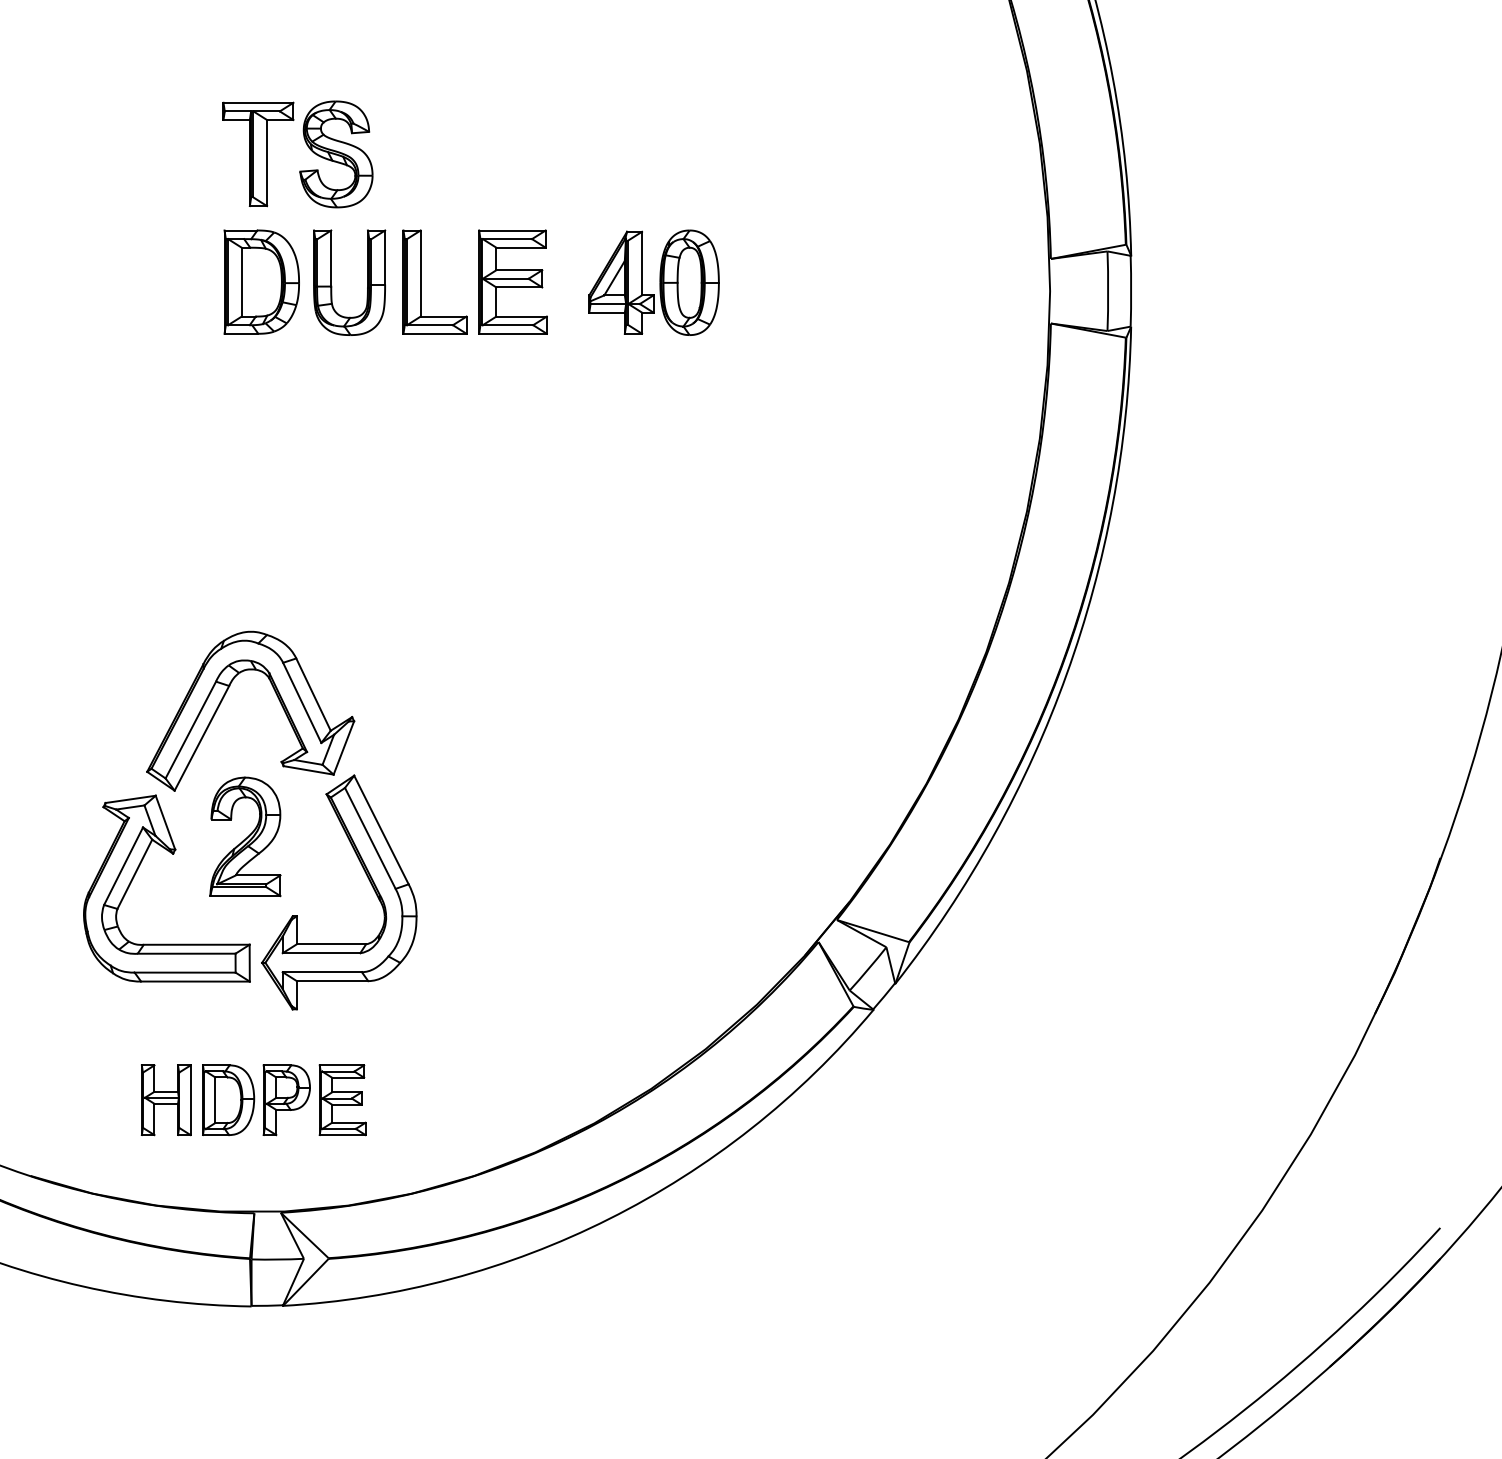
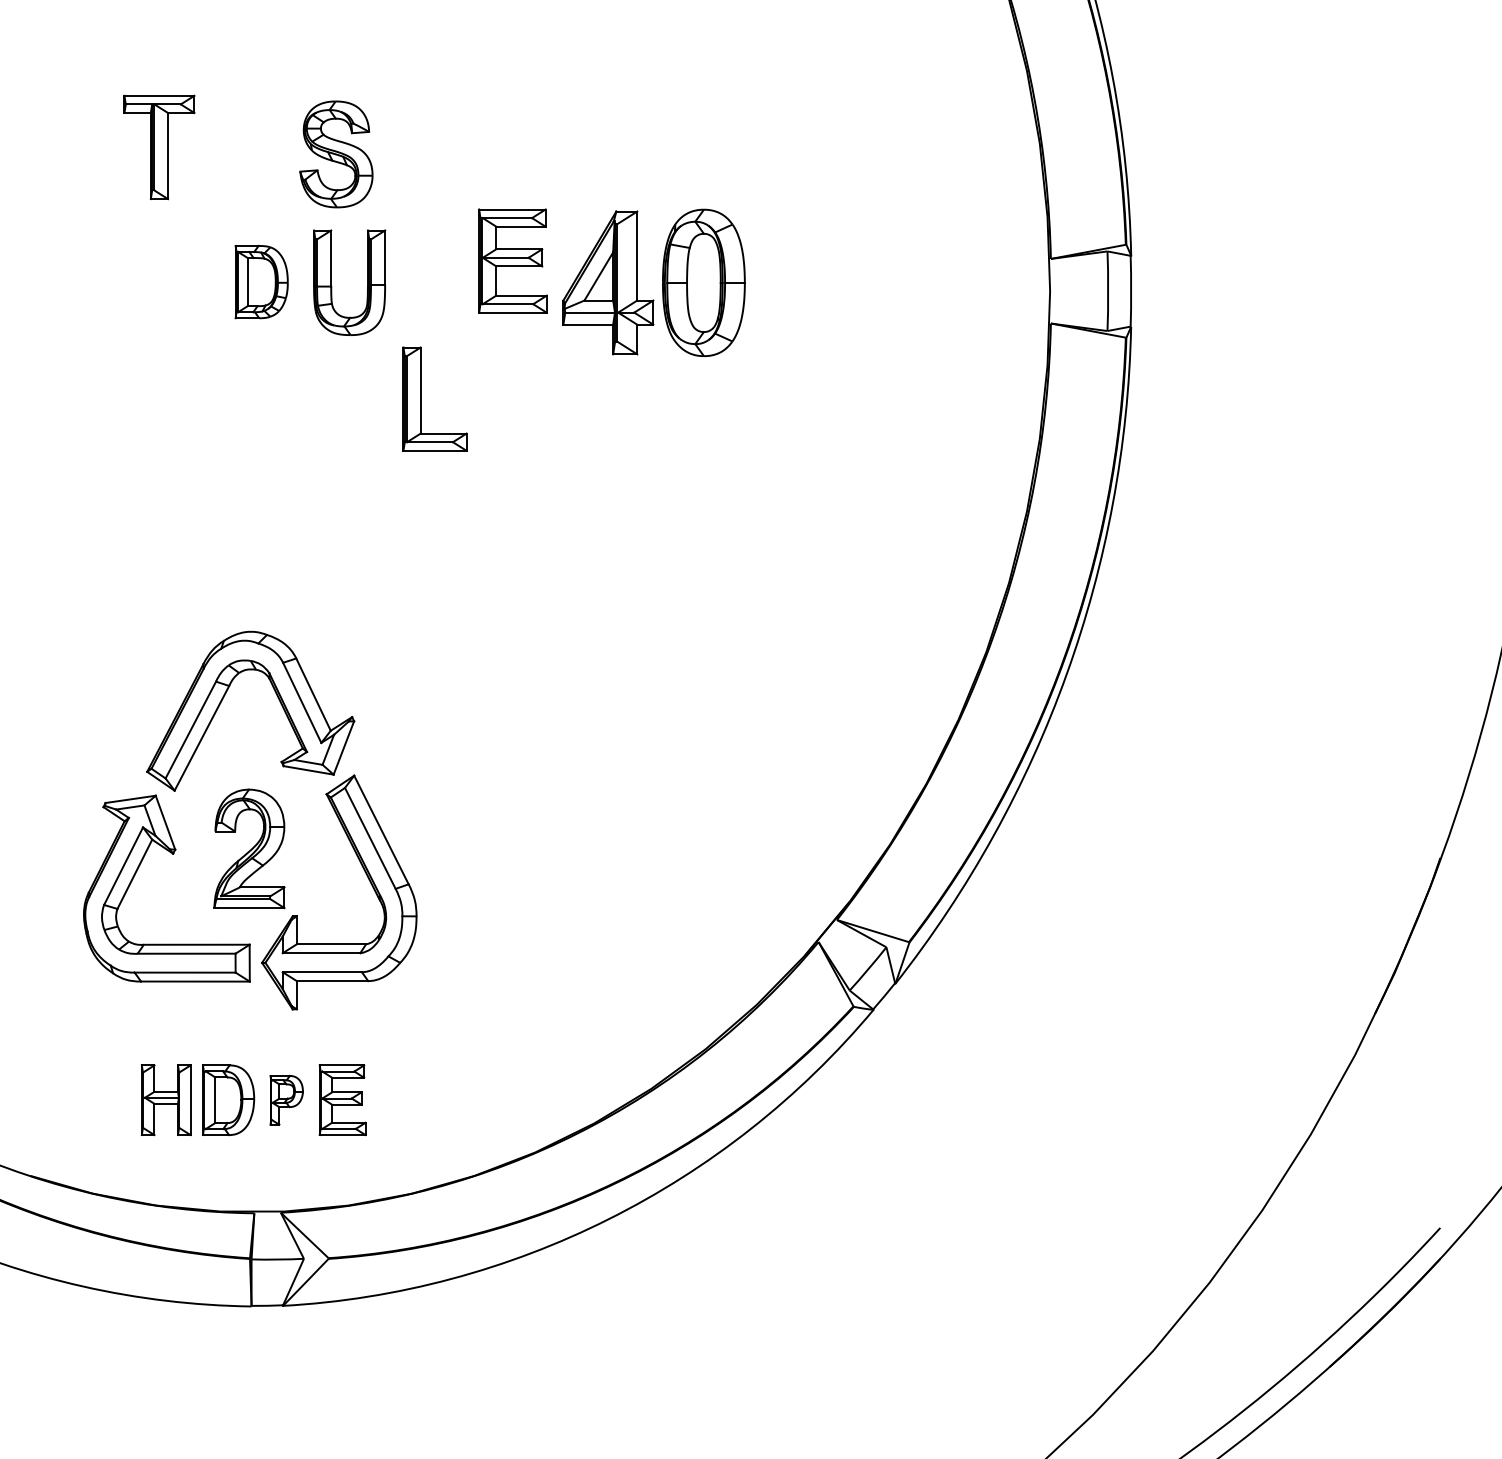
part at (258, 154) position: (258, 154) -> (159, 147)
part at (261, 281) size: 77x106 px -> 55x76 px
part at (421, 281) position: (421, 281) -> (421, 398)
part at (512, 281) position: (512, 281) -> (512, 260)
part at (653, 282) size: 132x107 px -> 184x149 px
part at (245, 836) position: (245, 836) -> (249, 848)
part at (286, 1100) size: 49x73 px -> 35x52 px
